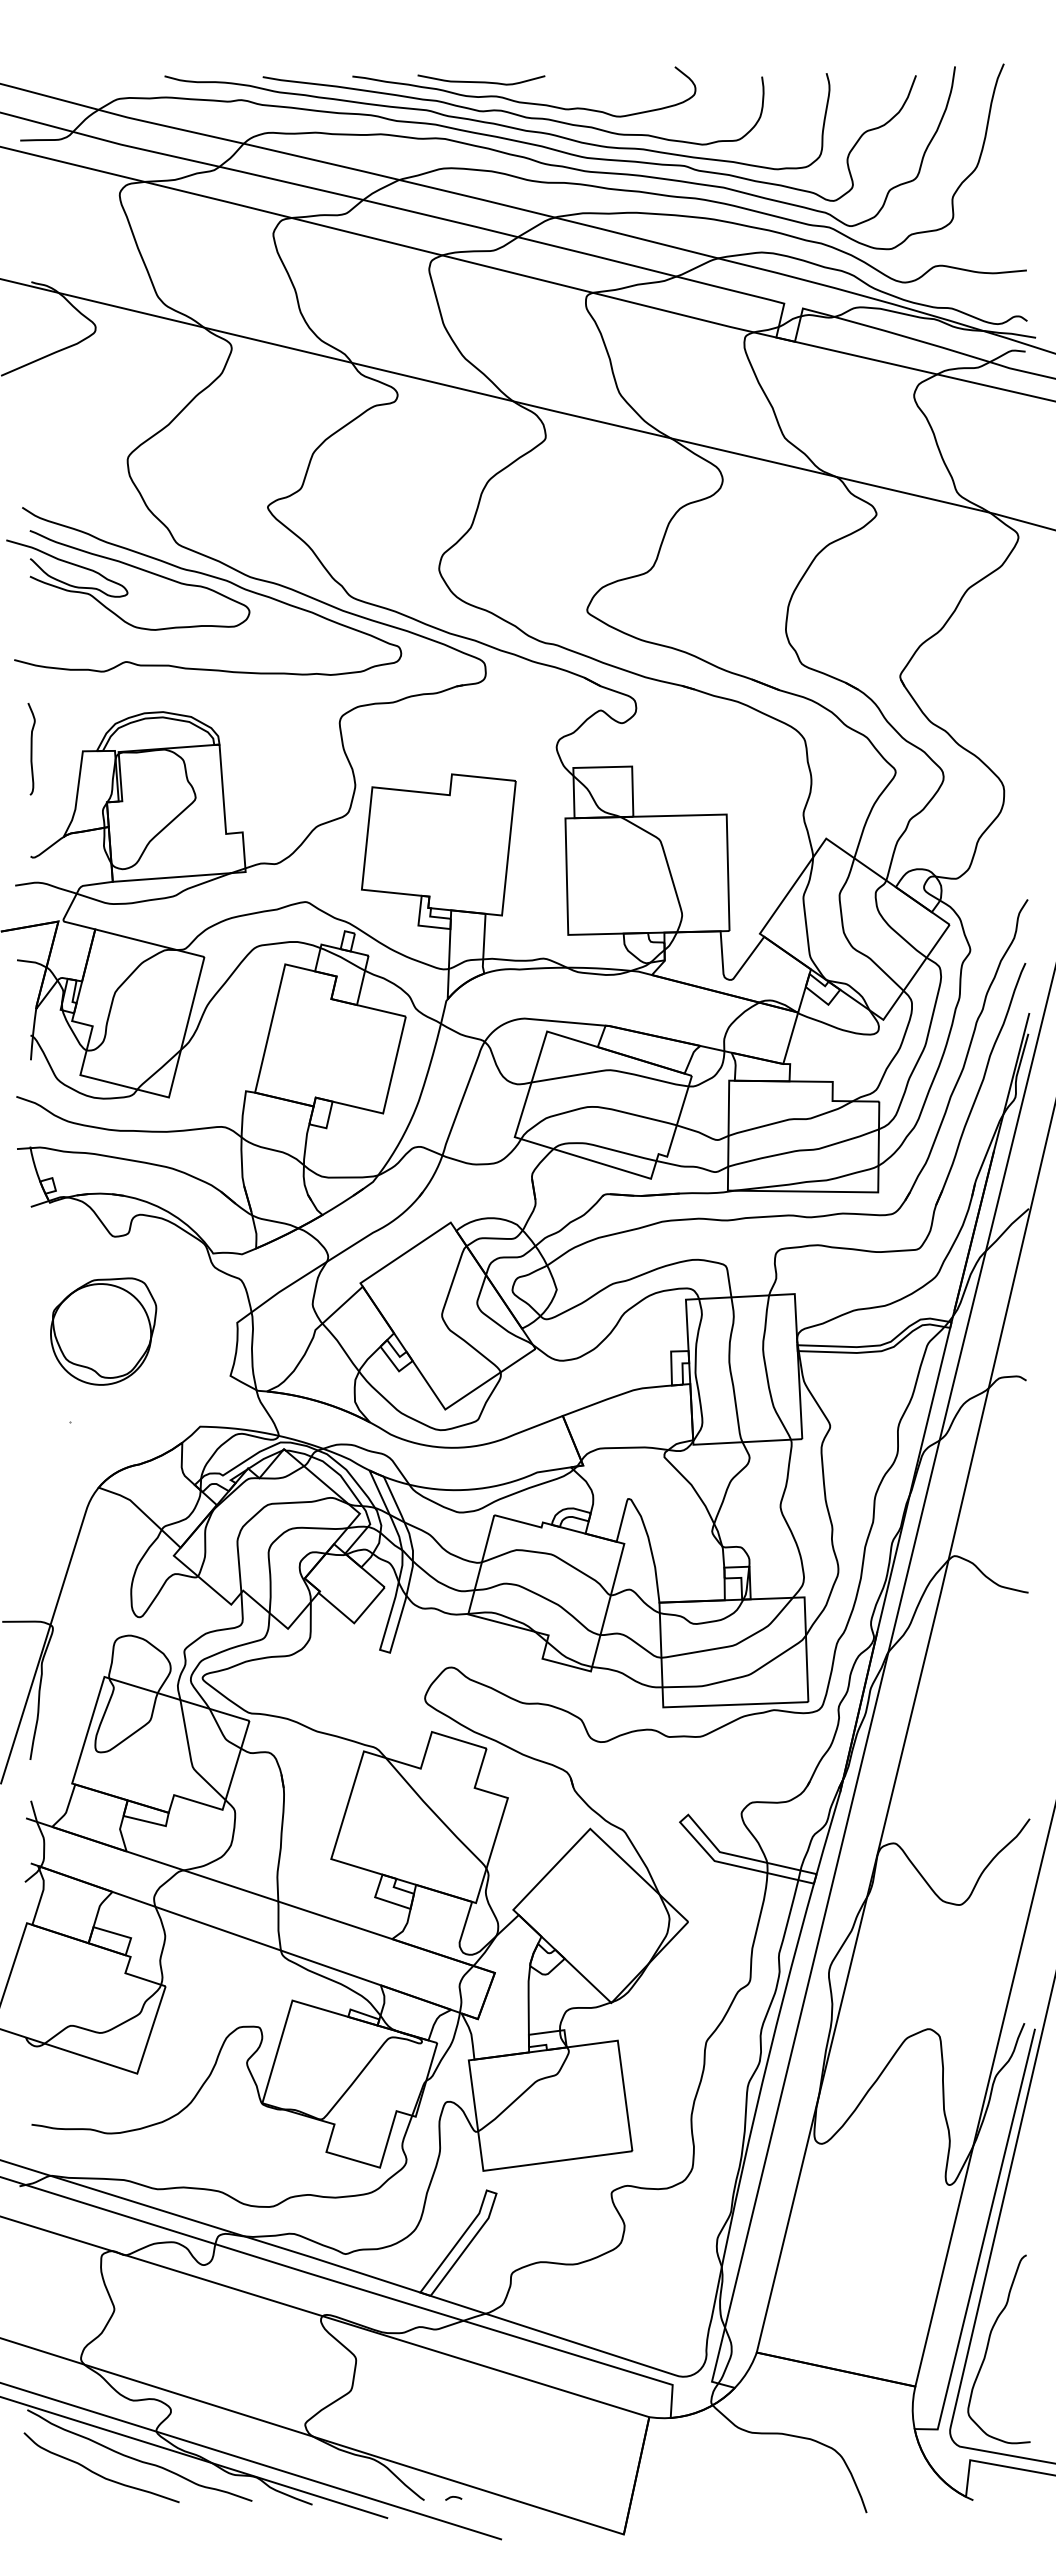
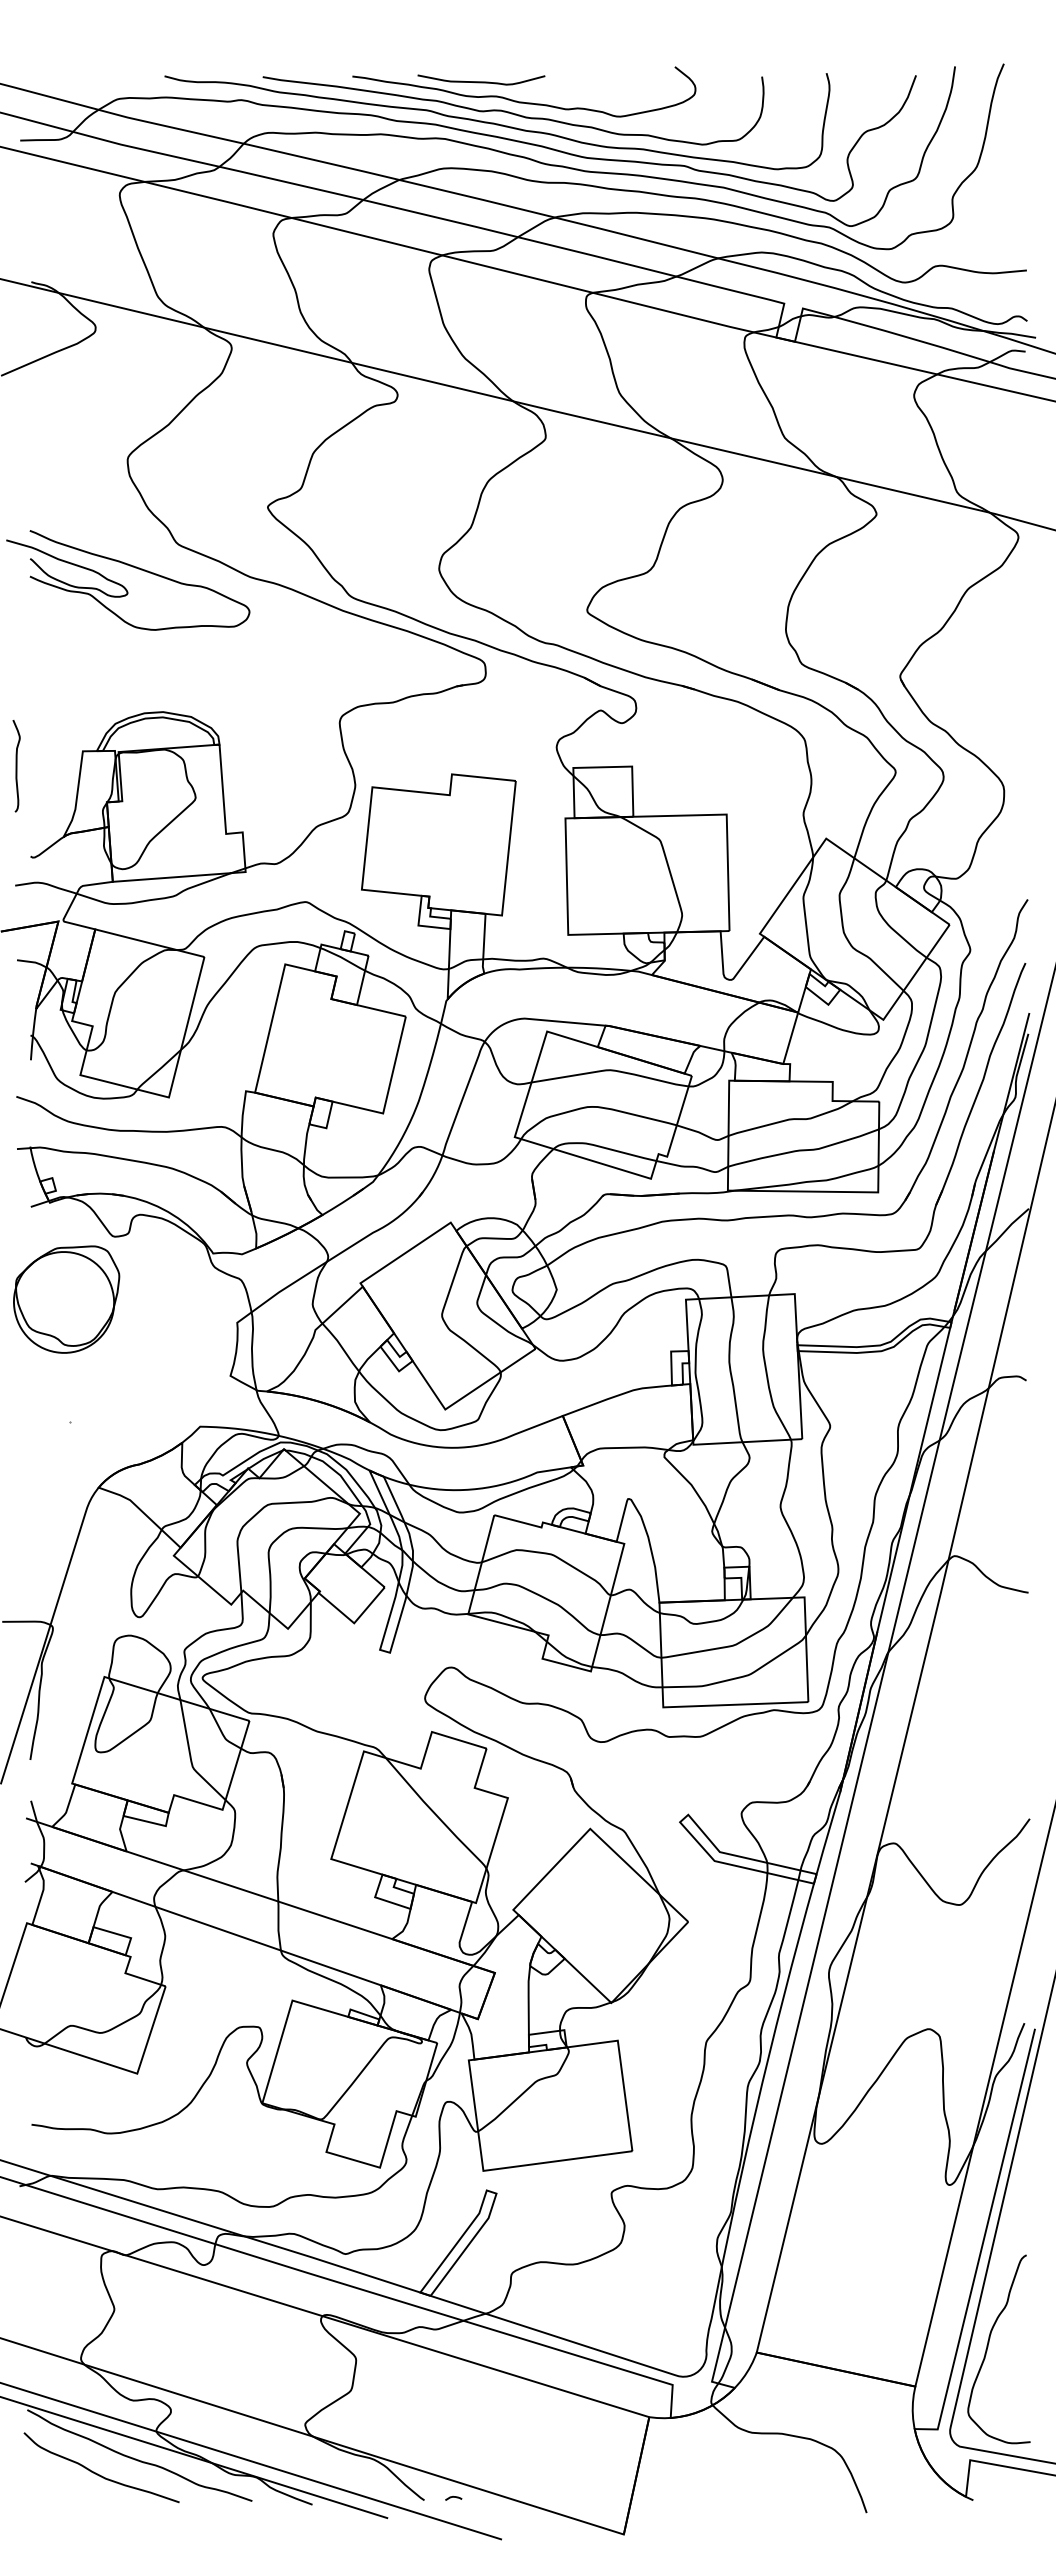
curve at (211, 577): present -> none
curve at (31, 749) position: (31, 749) -> (16, 766)
part at (103, 1331) position: (103, 1331) -> (66, 1299)
